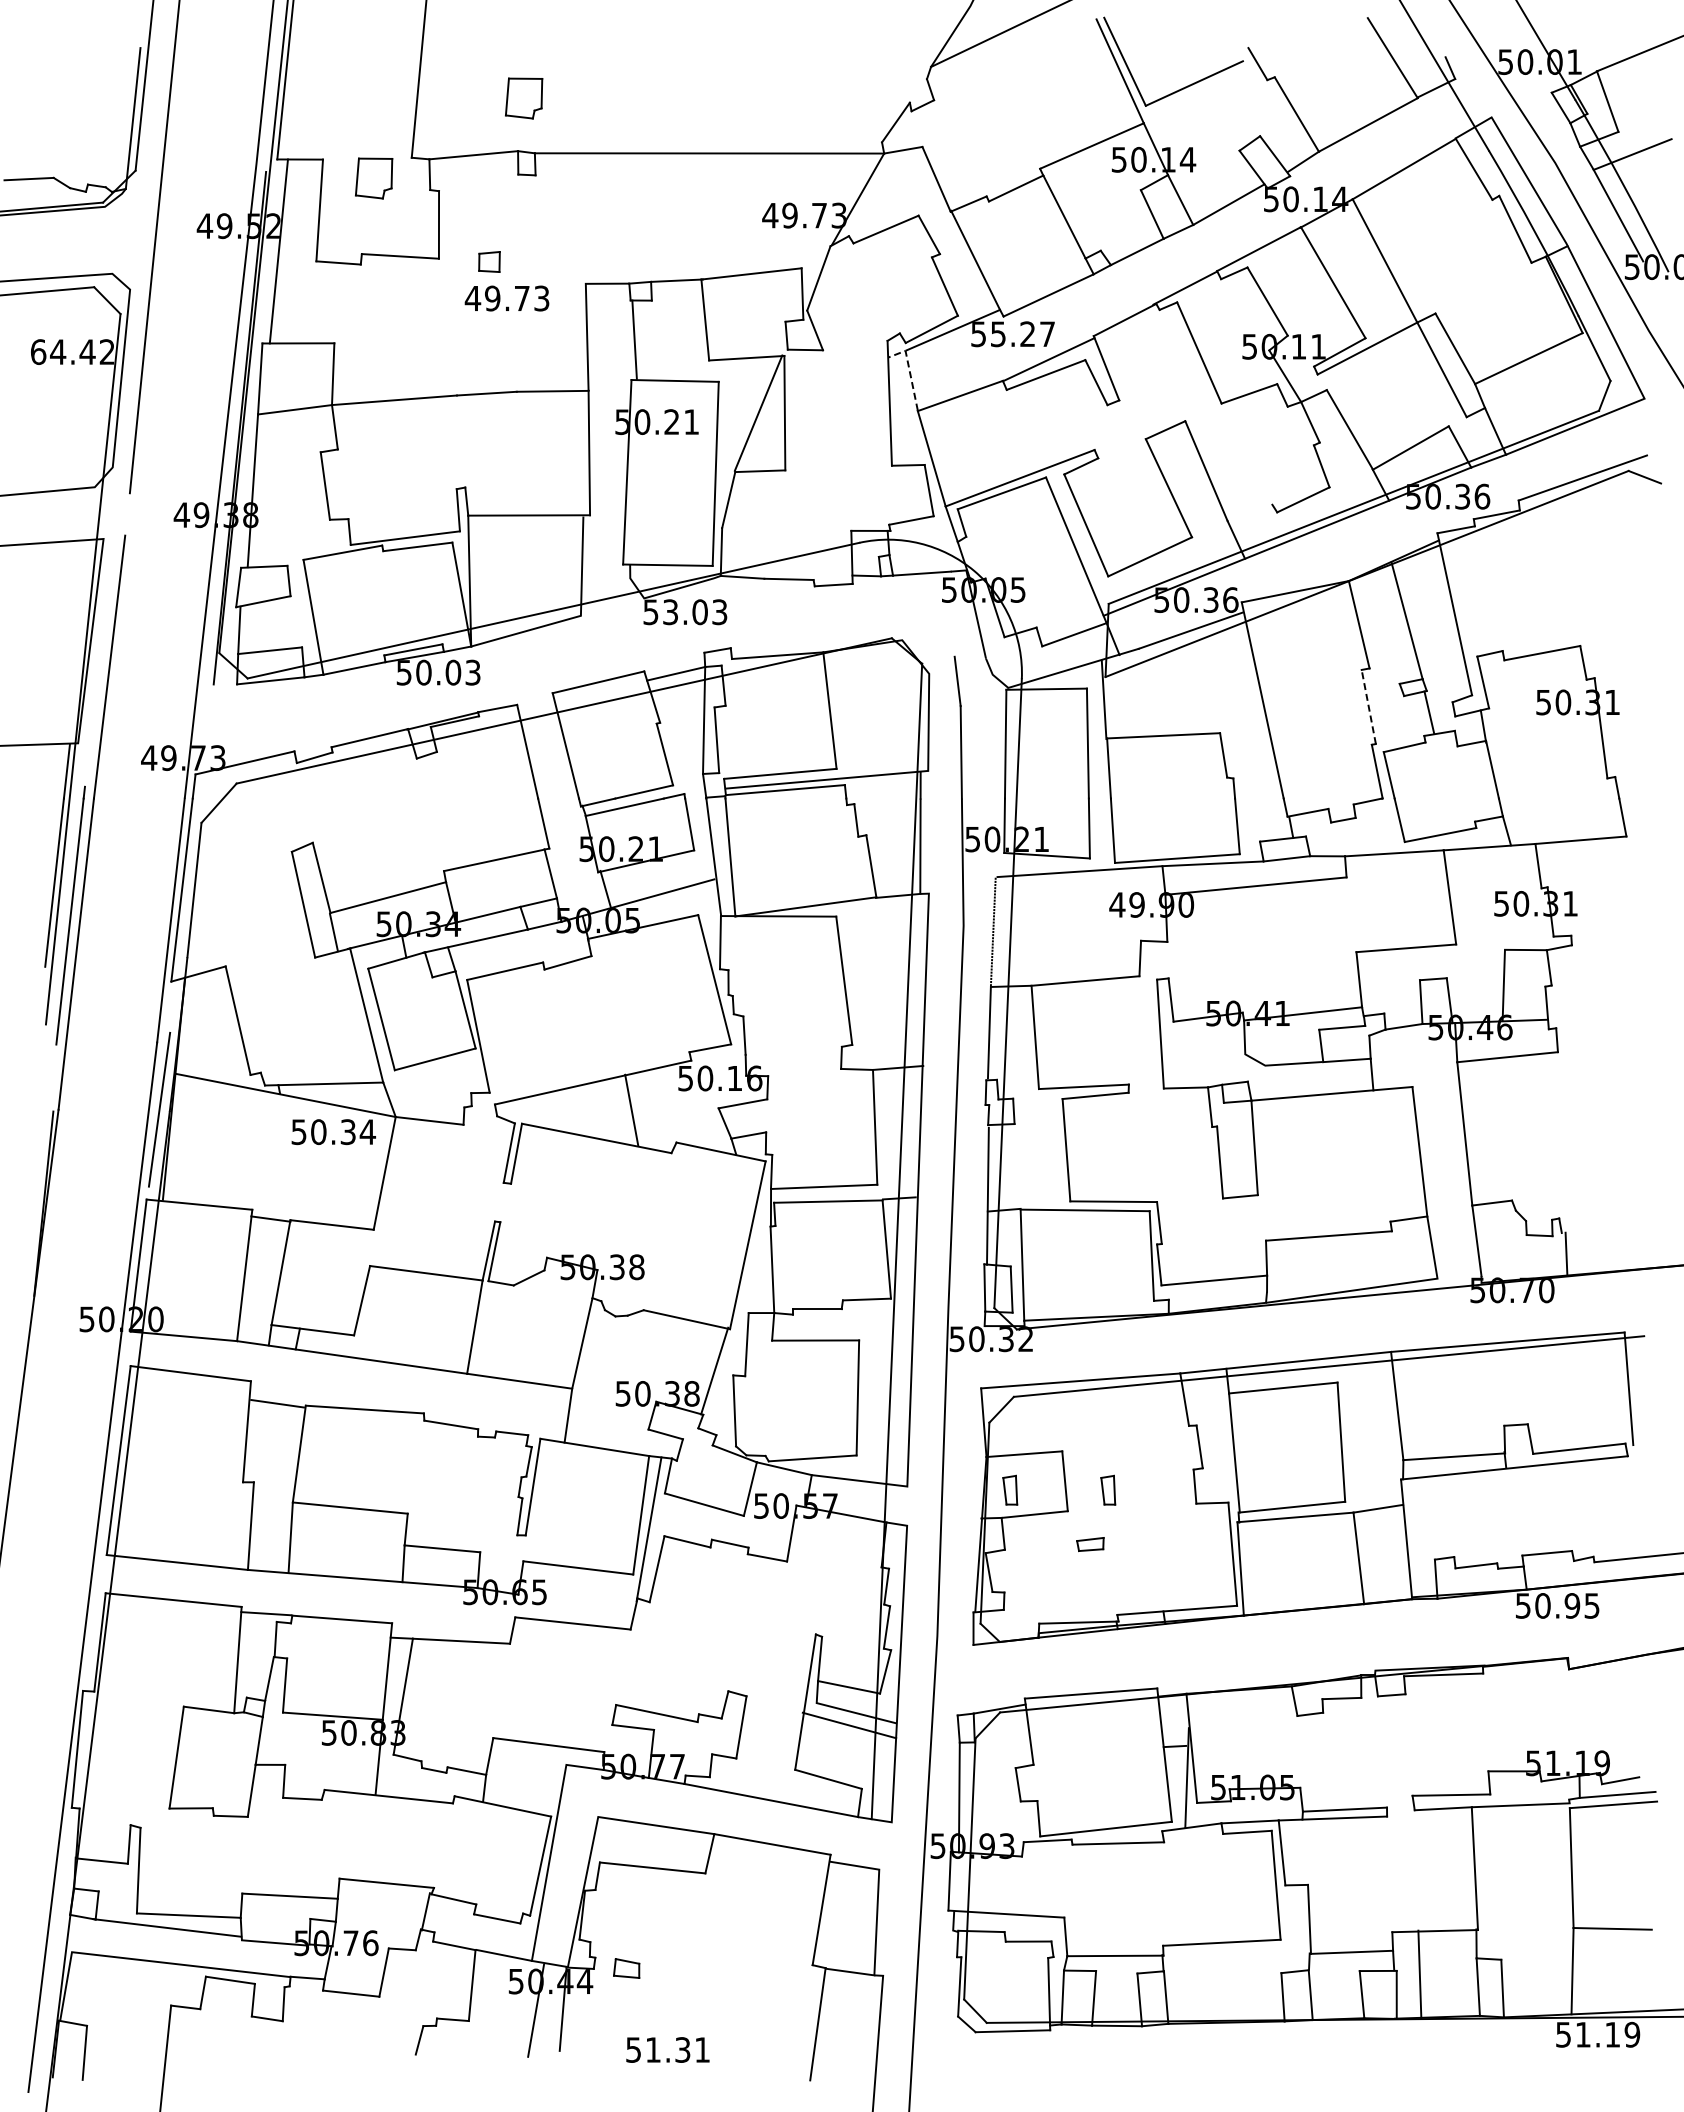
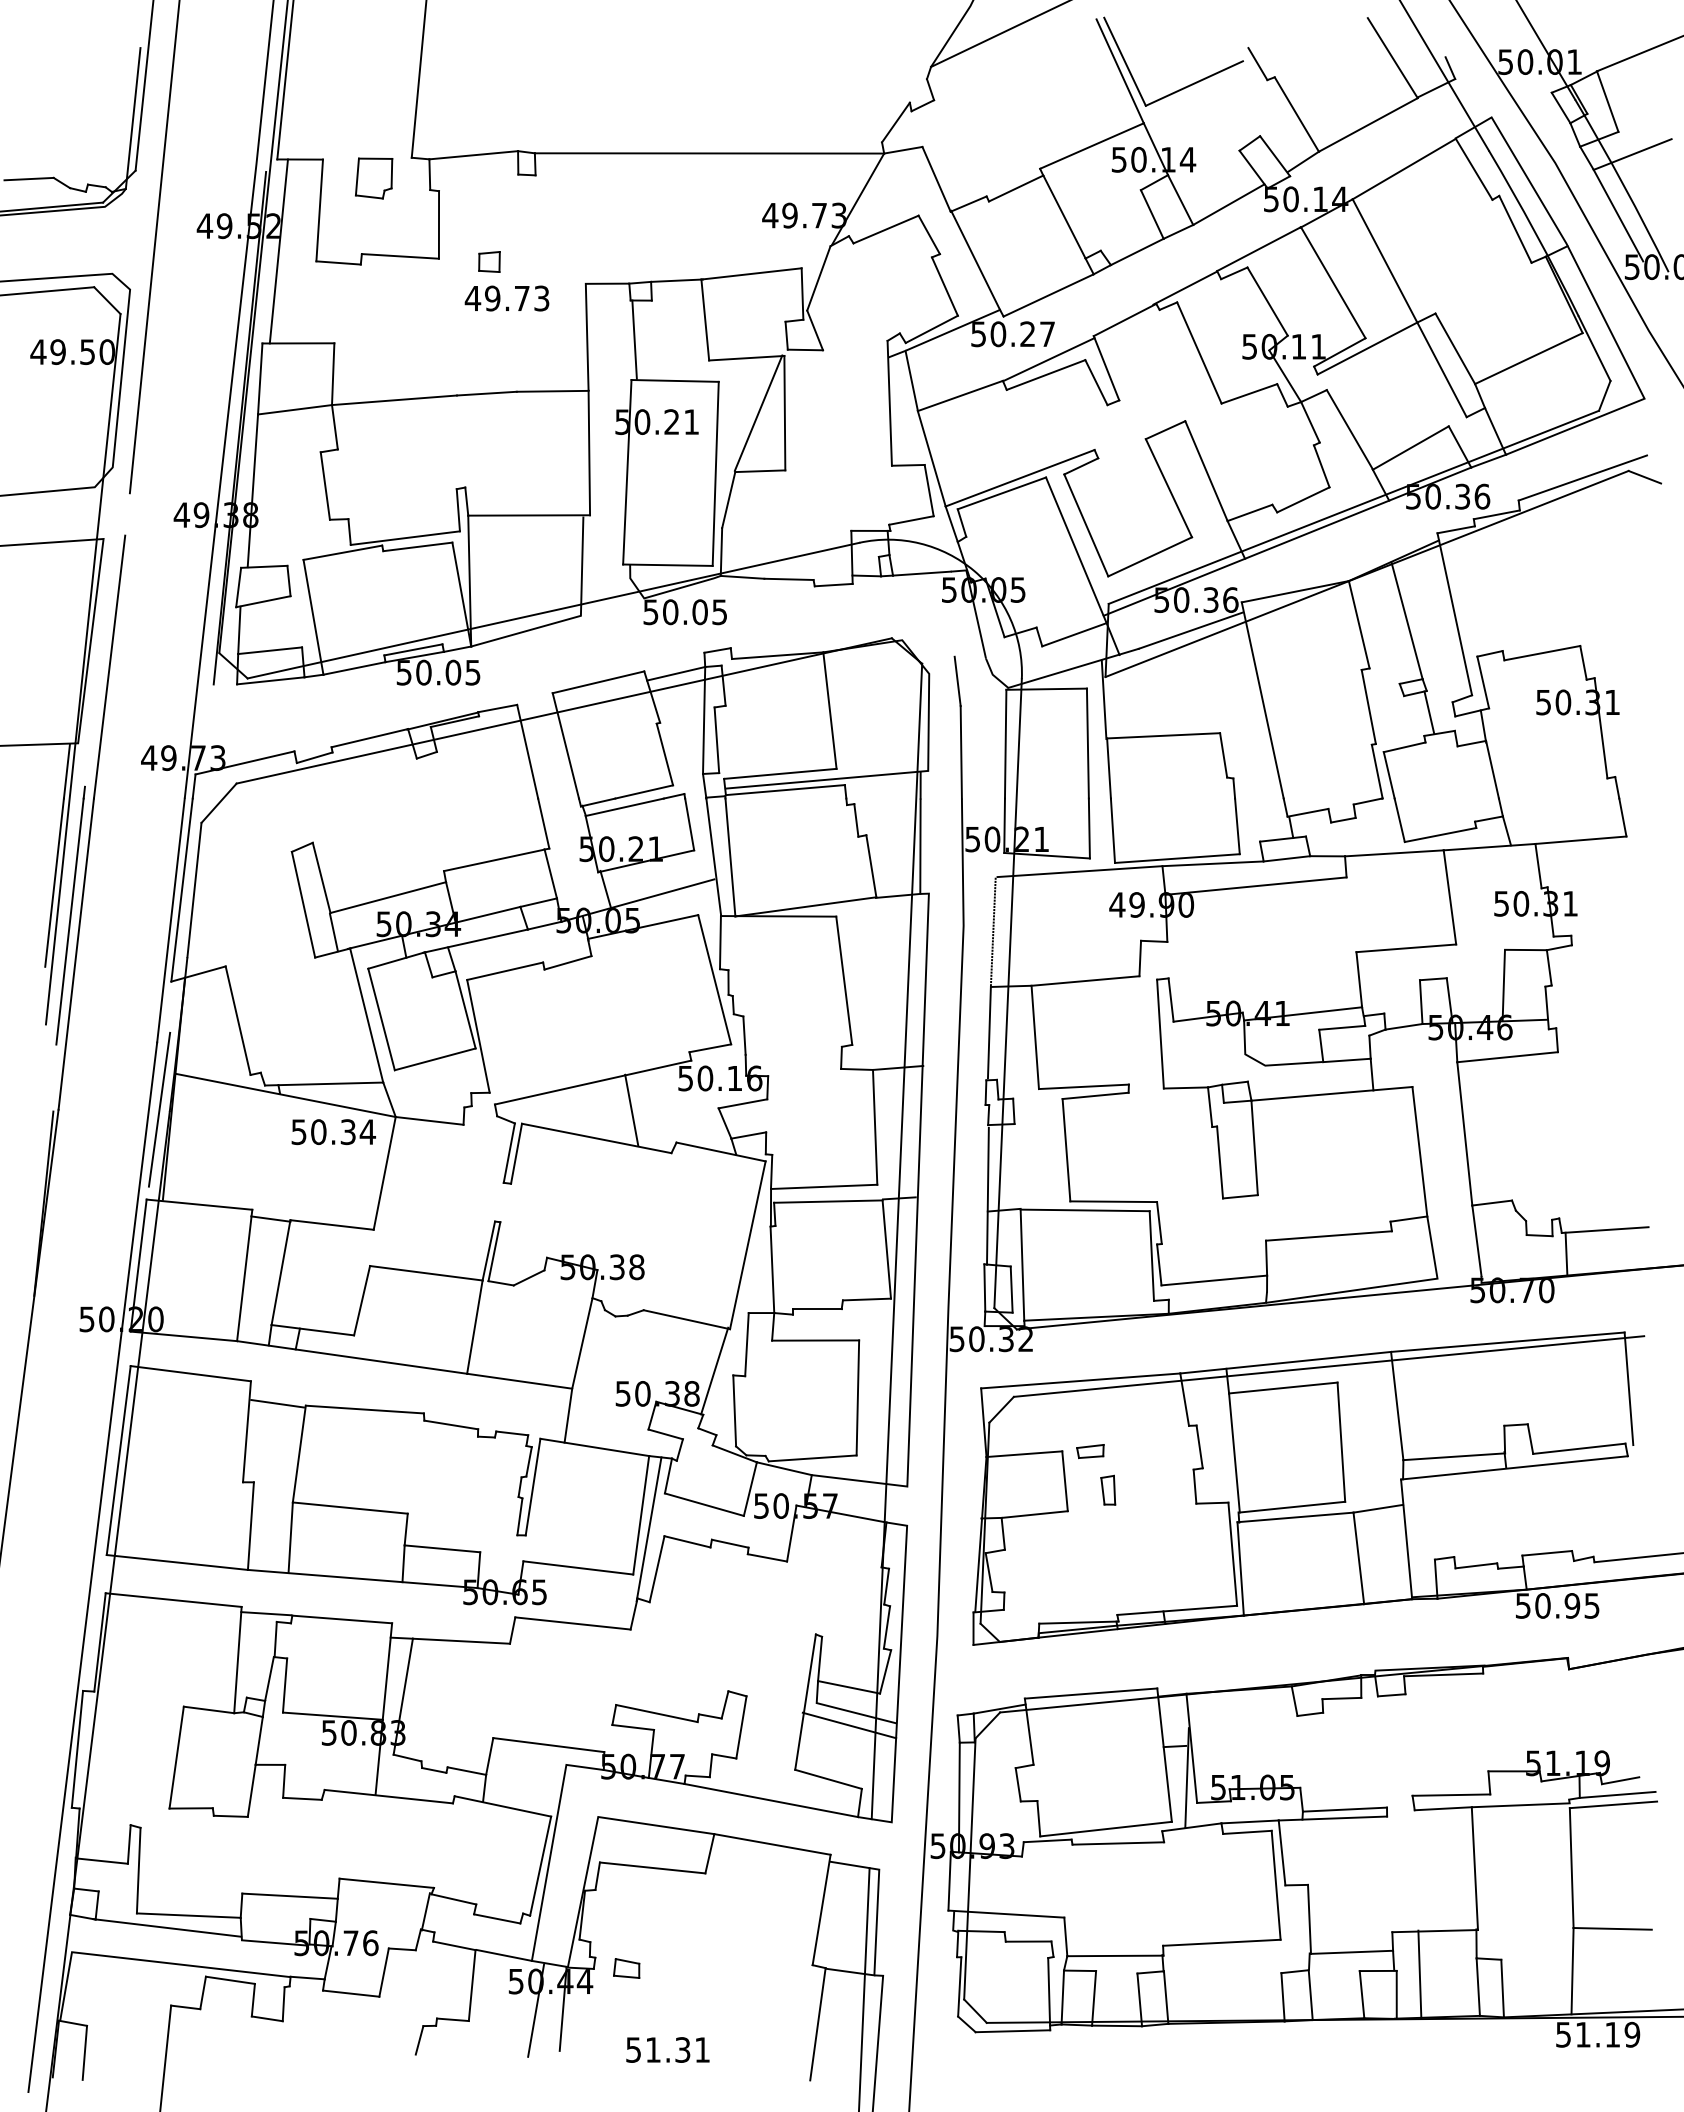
part at (524, 98): present -> none
text at (998, 334): 55.27 -> 50.27
text at (72, 352): 64.42 -> 49.50
line at (909, 370): dashed -> solid
line at (1249, 512): none -> present
text at (695, 612): 53.03 -> 50.05
text at (473, 671): 50.03 -> 50.05
line at (1368, 707): dashed -> solid
line at (1604, 1229): none -> present
part at (1010, 1489): present -> none
part at (1090, 1544) position: (1090, 1544) -> (1090, 1451)
line at (864, 1988): none -> present
